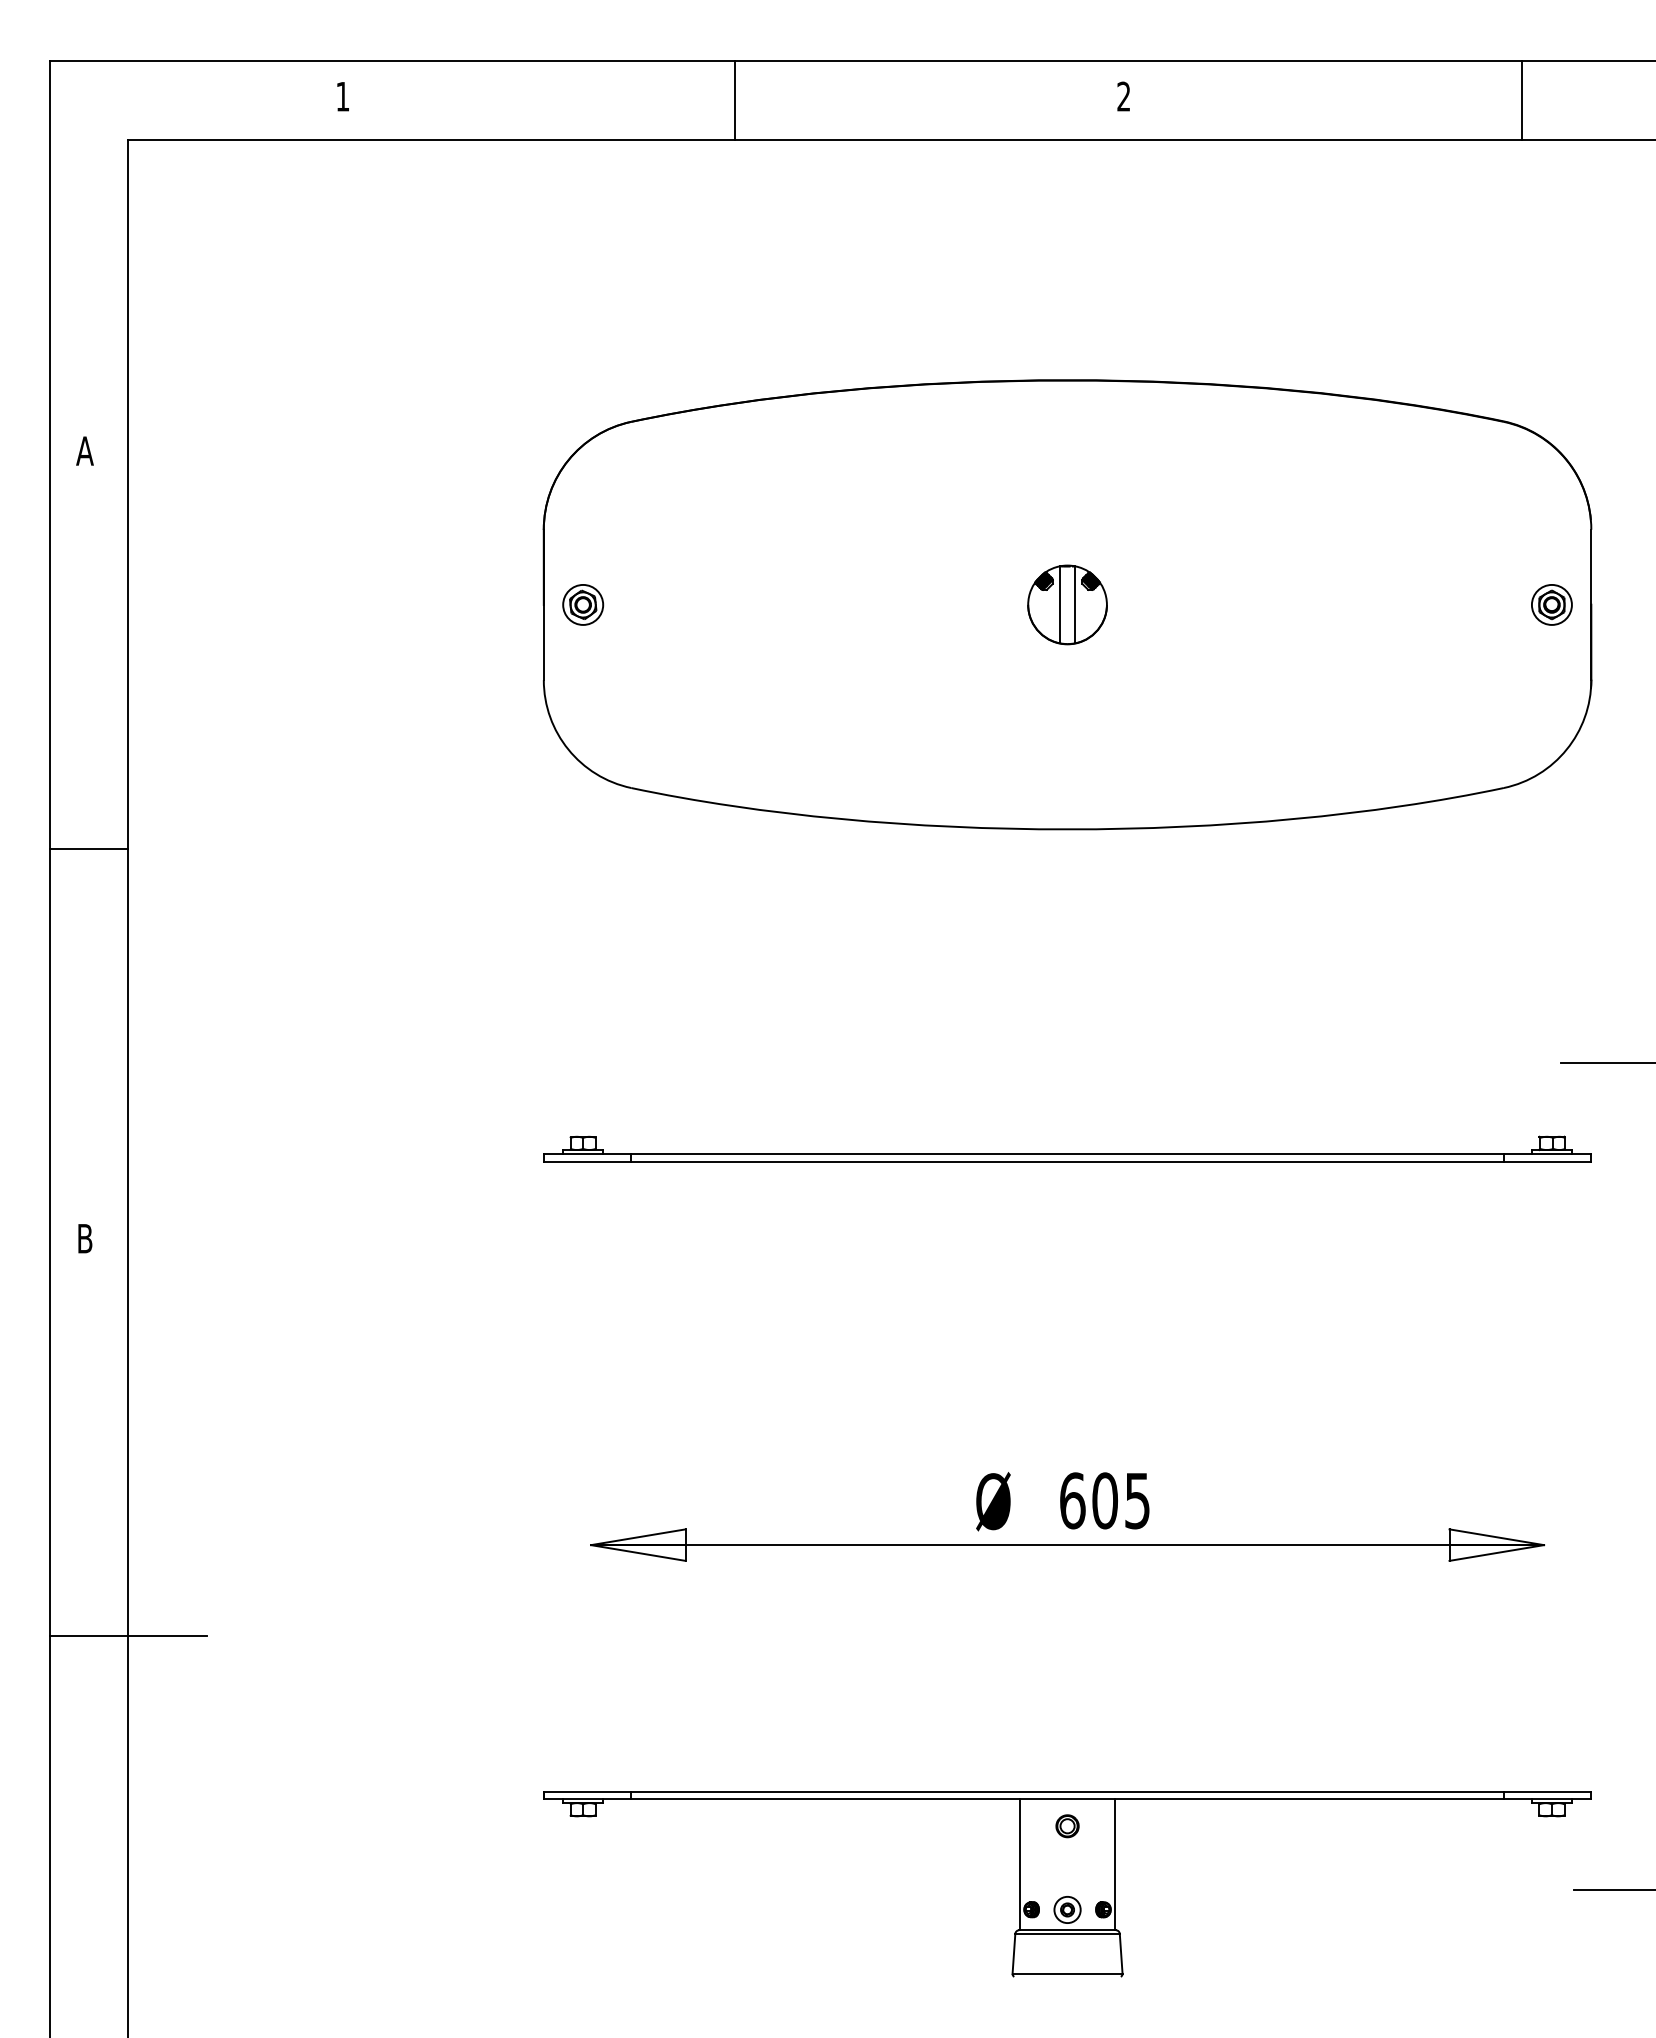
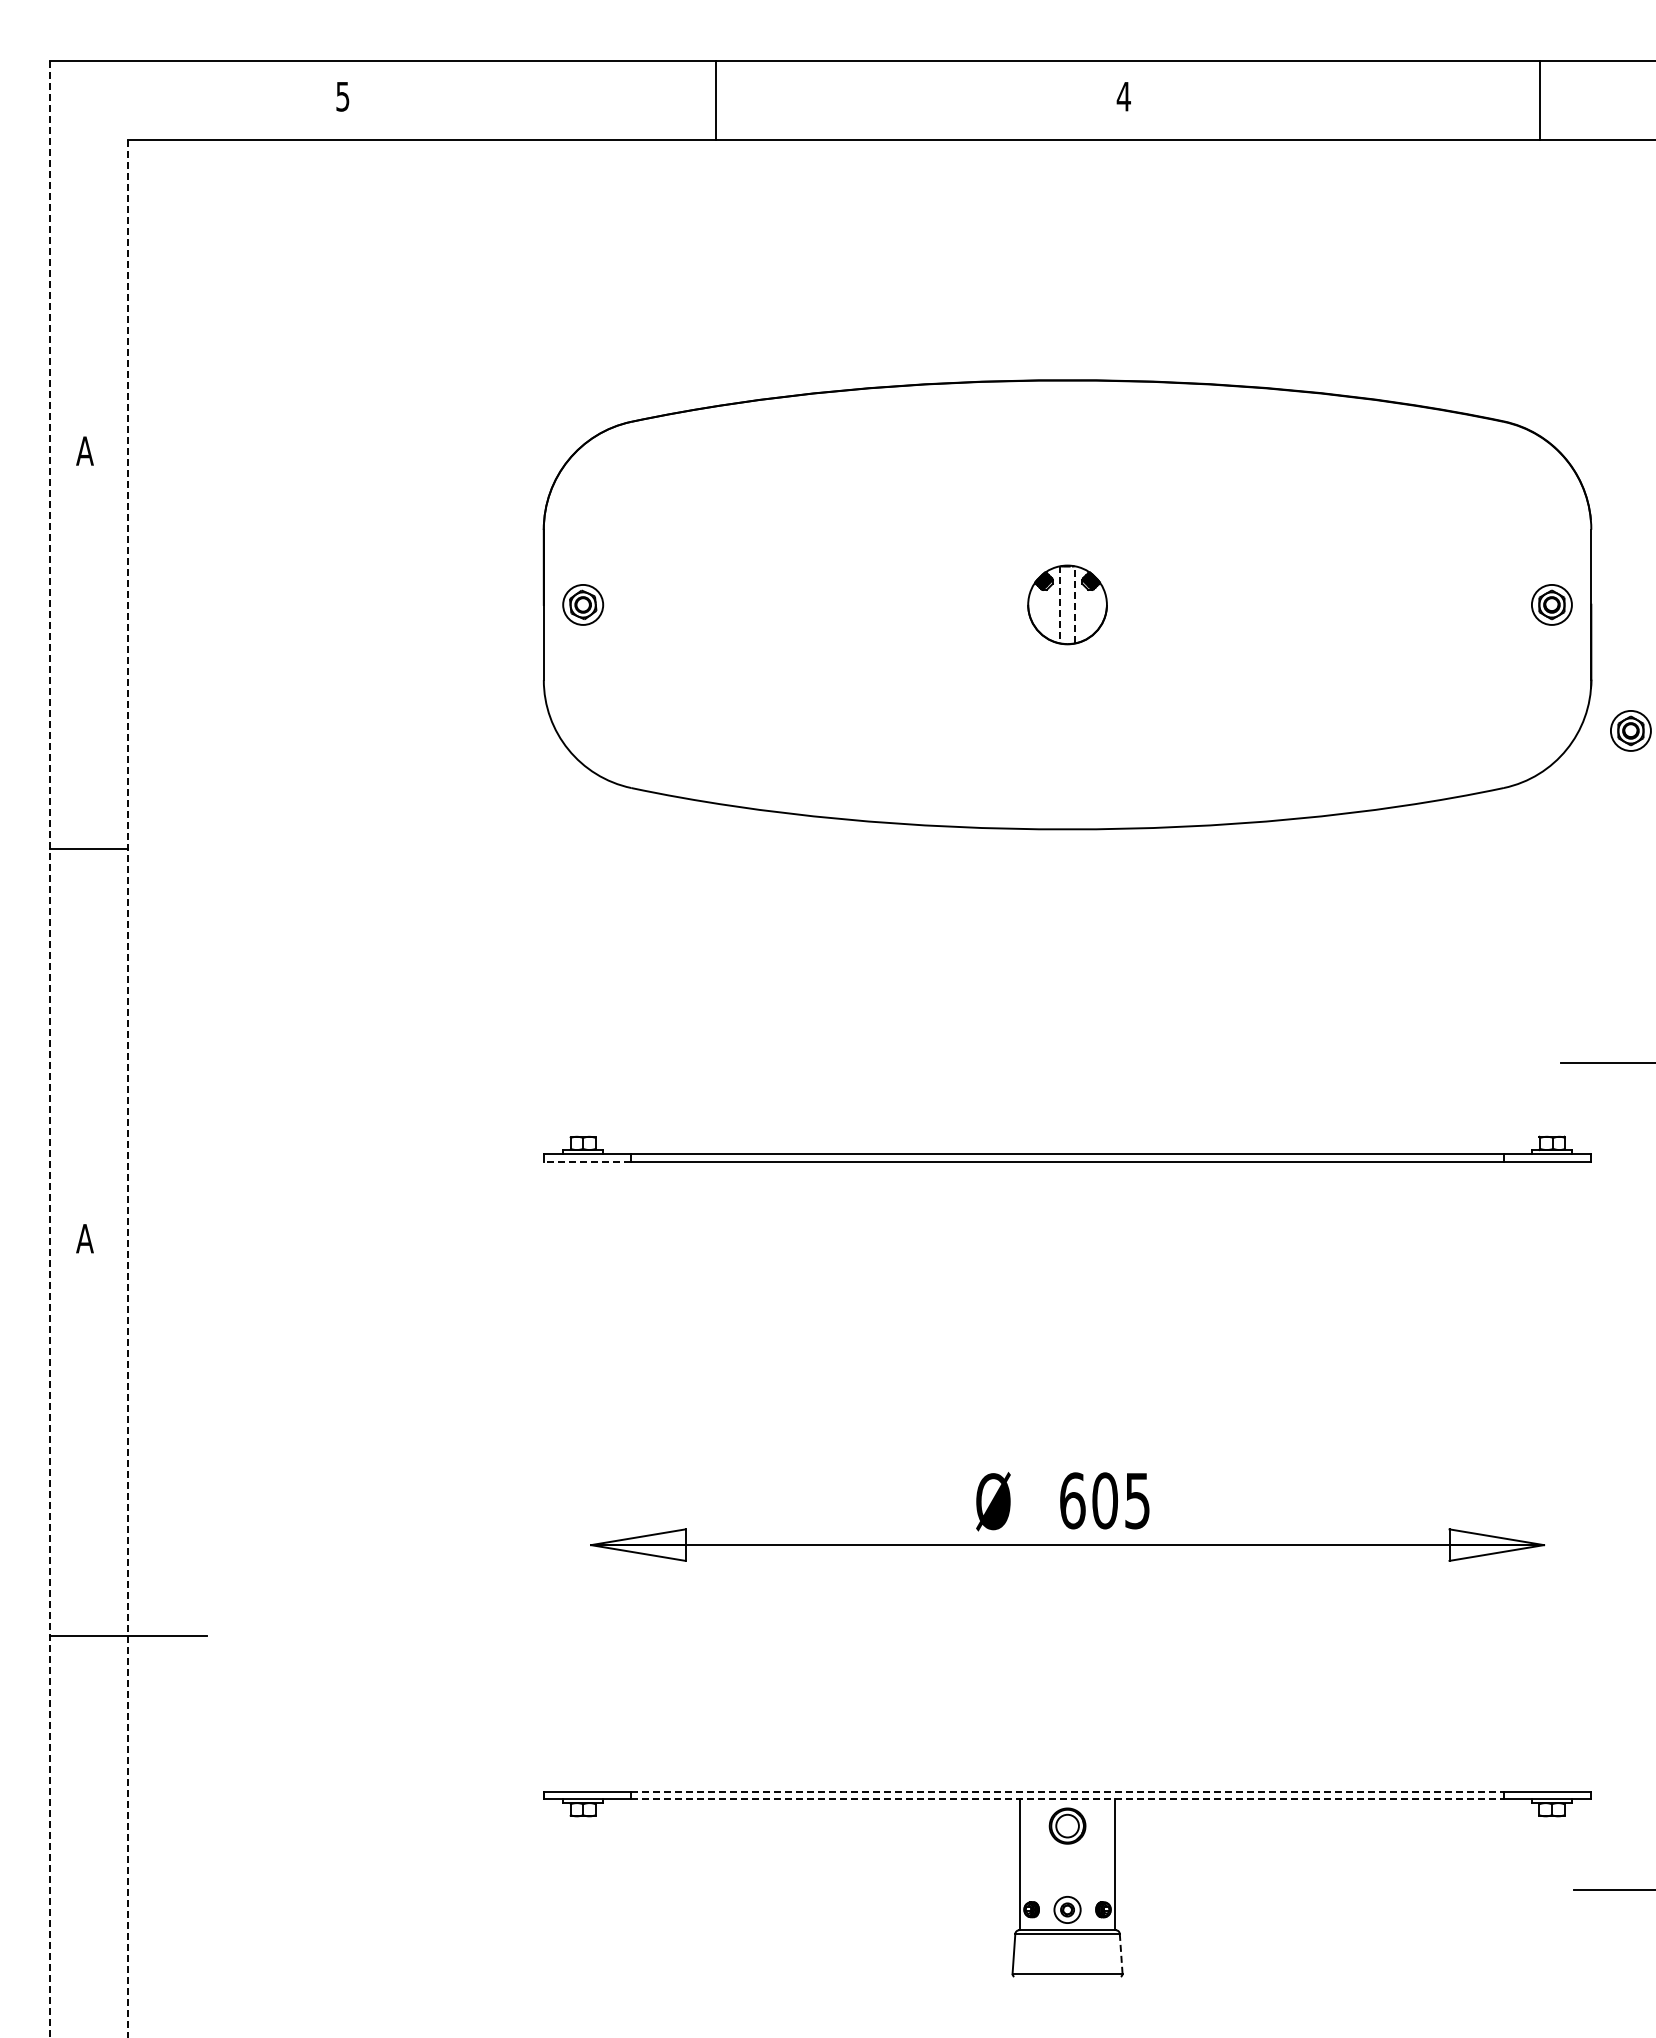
text at (342, 96): 1 -> 5
text at (1123, 96): 2 -> 4
line at (734, 100) position: (734, 100) -> (715, 100)
line at (1522, 100) position: (1522, 100) -> (1540, 100)
line at (1060, 604): solid -> dashed
line at (1075, 604): solid -> dashed
part at (1630, 730): none -> present
line at (49, 1049): solid -> dashed
line at (128, 1088): solid -> dashed
line at (587, 1161): solid -> dashed
text at (84, 1238): B -> A
line at (1068, 1791): solid -> dashed
line at (1068, 1799): solid -> dashed
part at (1067, 1826) size: 25x25 px -> 39x38 px
line at (1121, 1953): solid -> dashed
